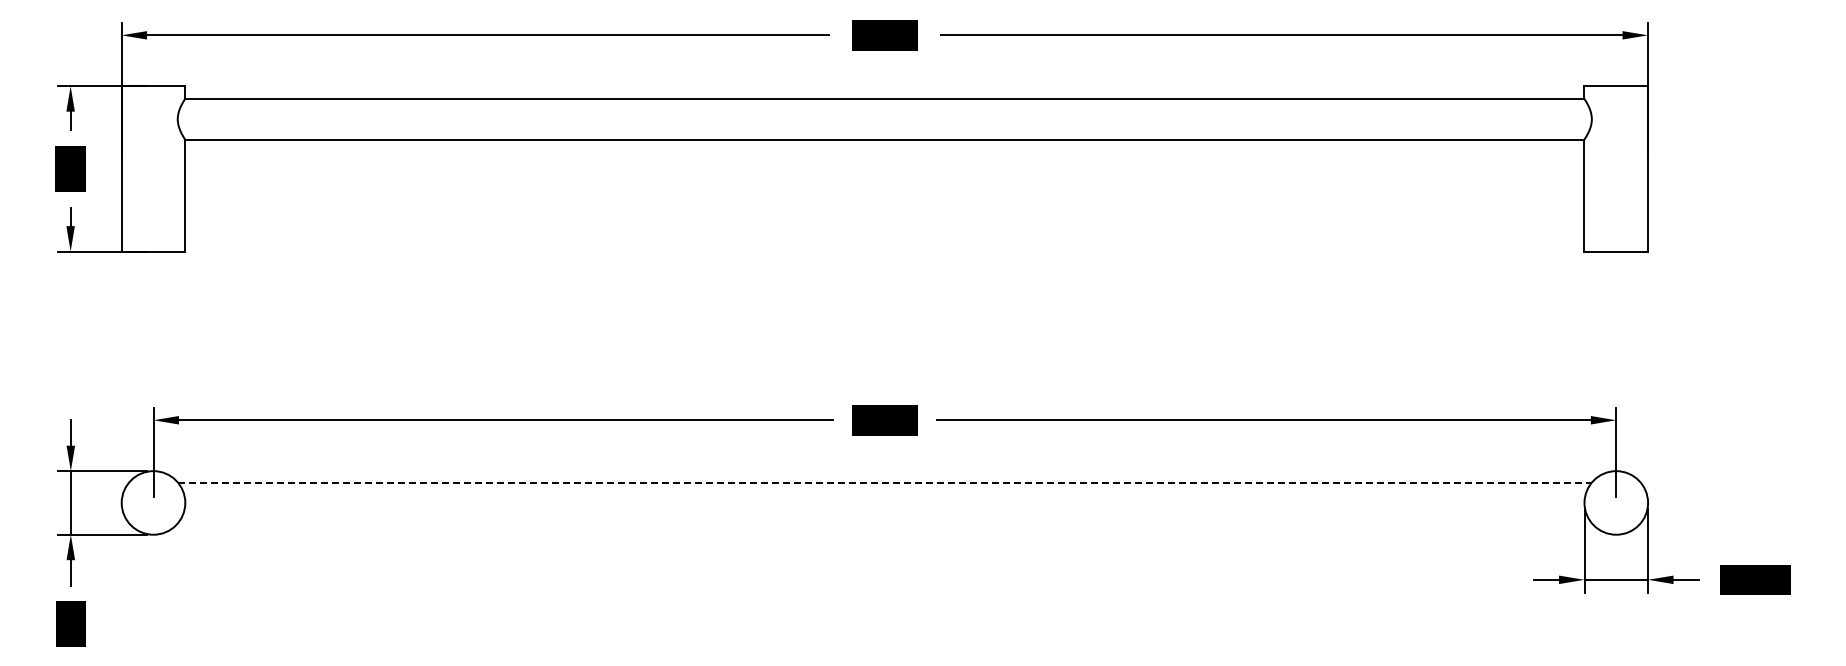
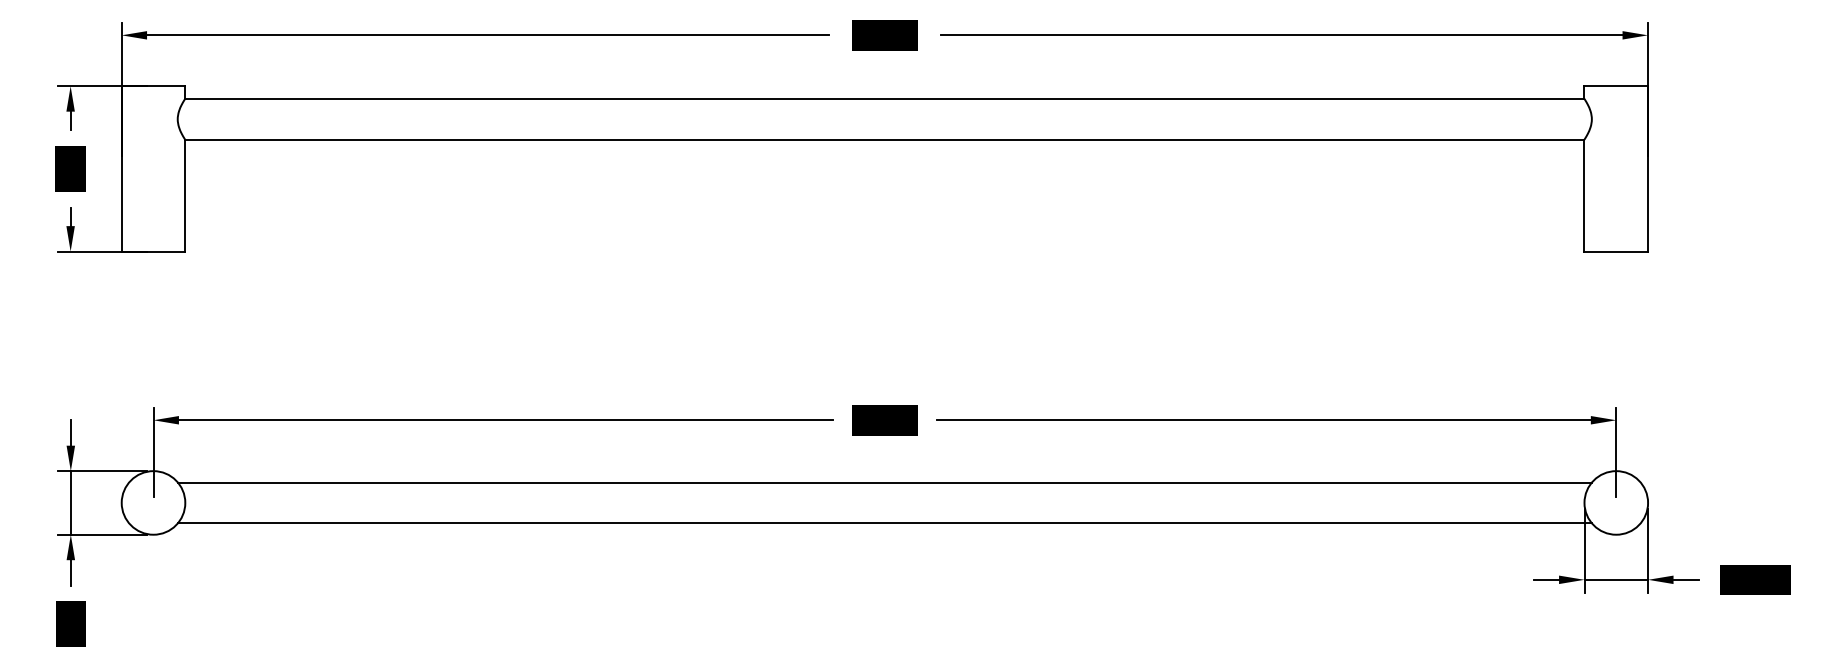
line at (884, 482): dashed -> solid
line at (884, 523): none -> present
